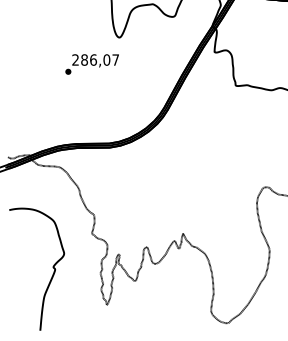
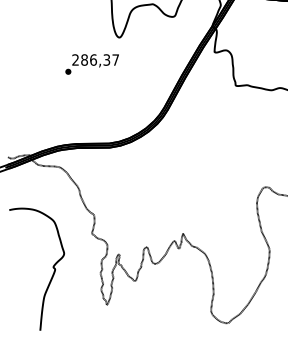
text at (106, 59): 286,07 -> 286,37
